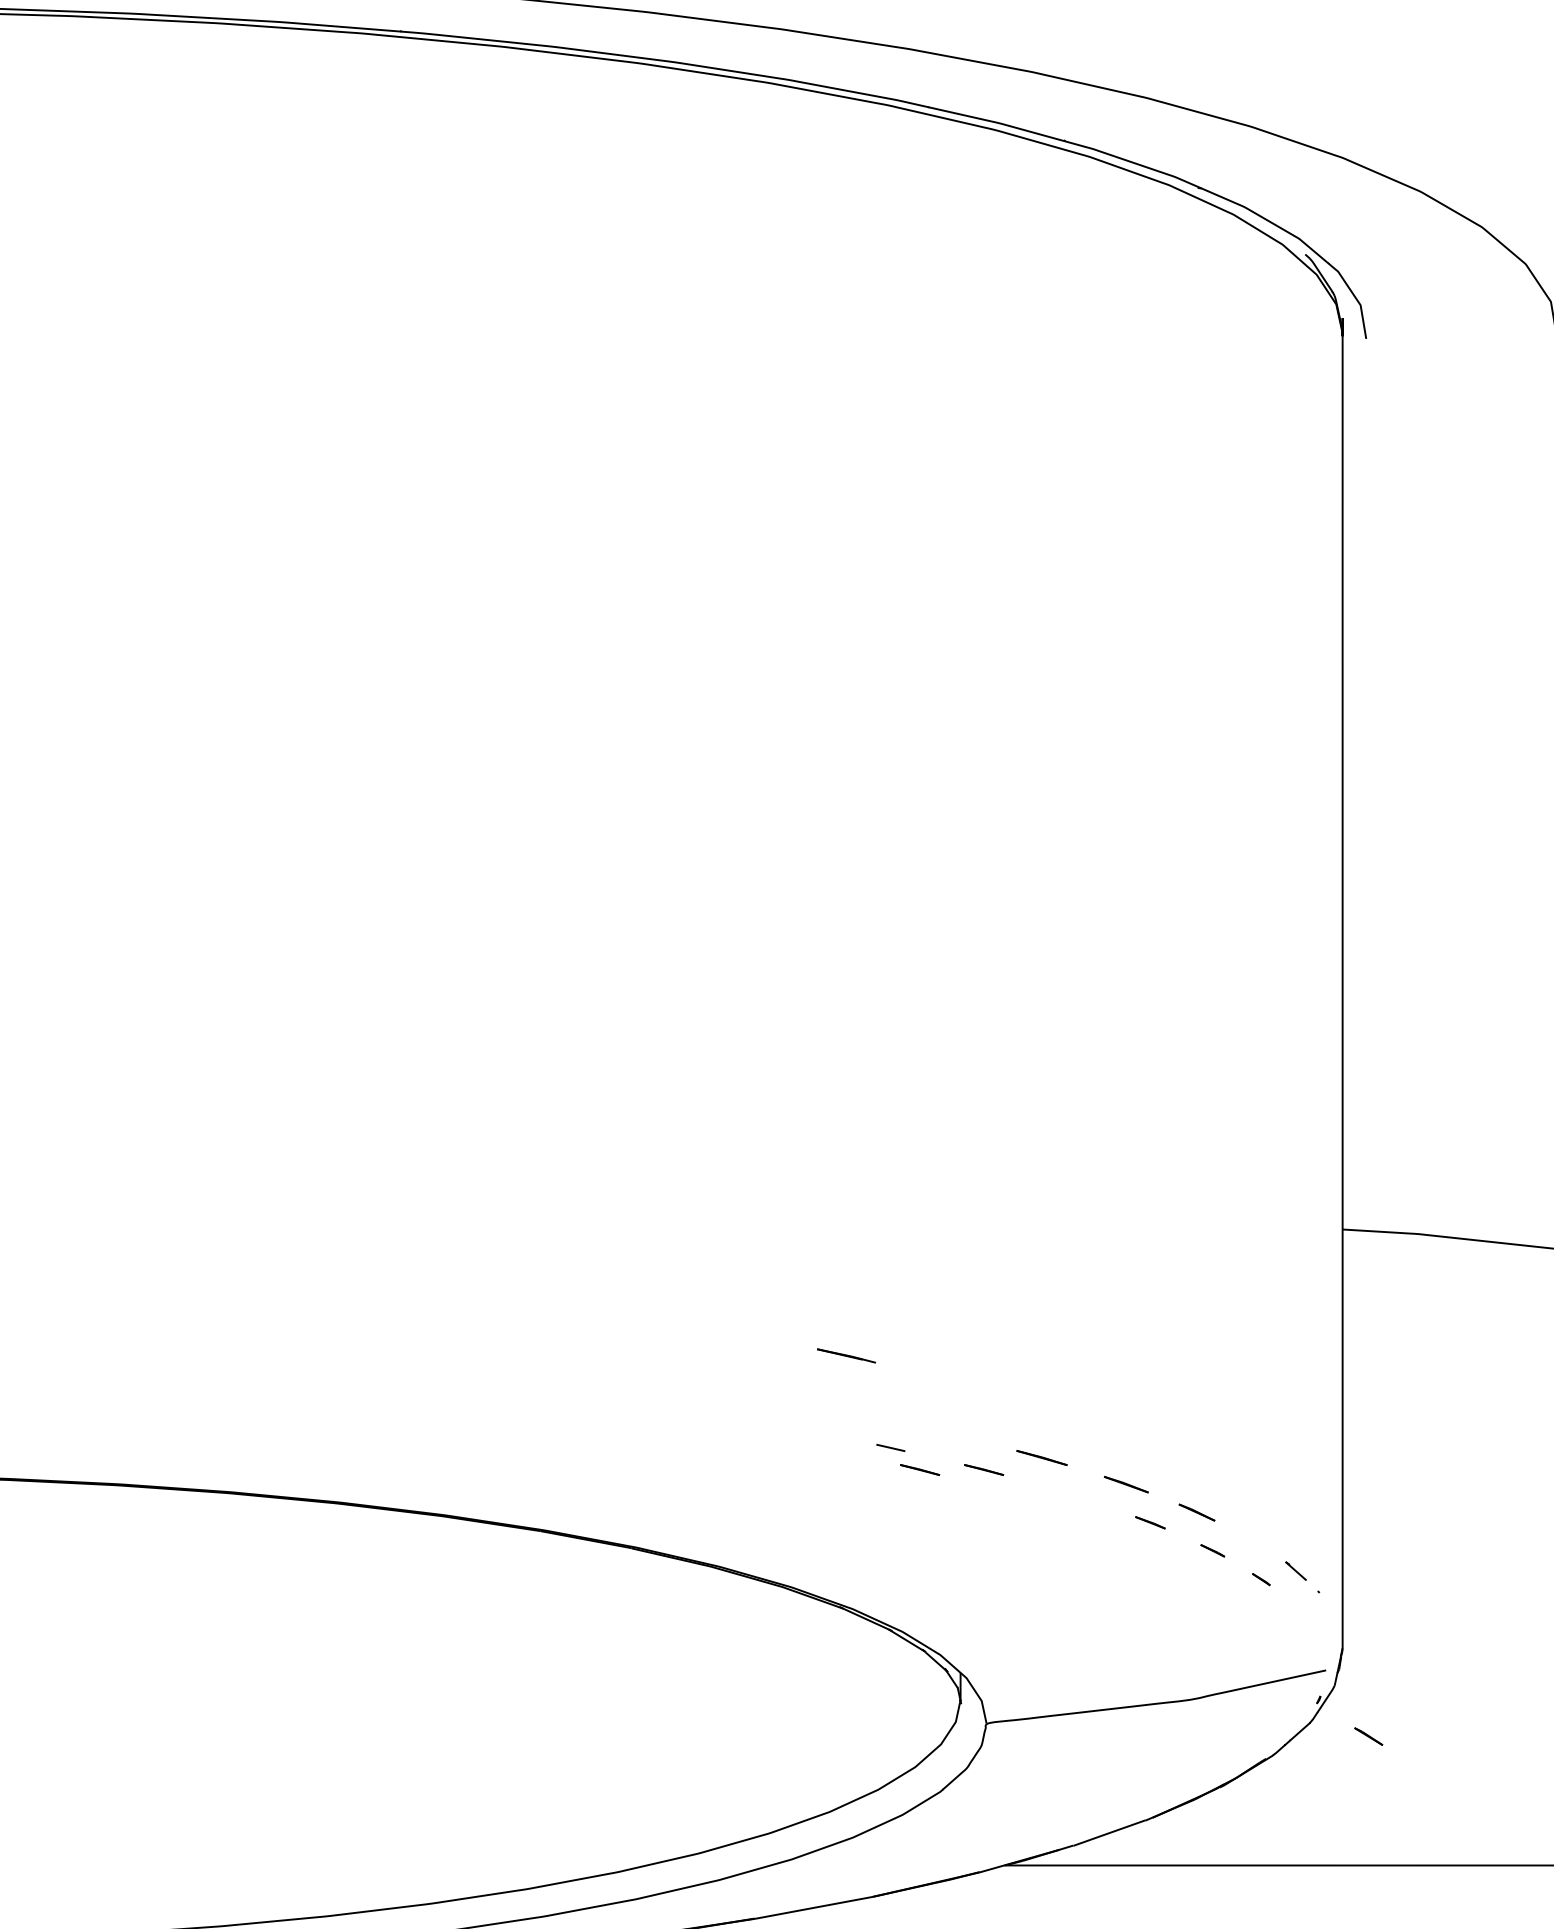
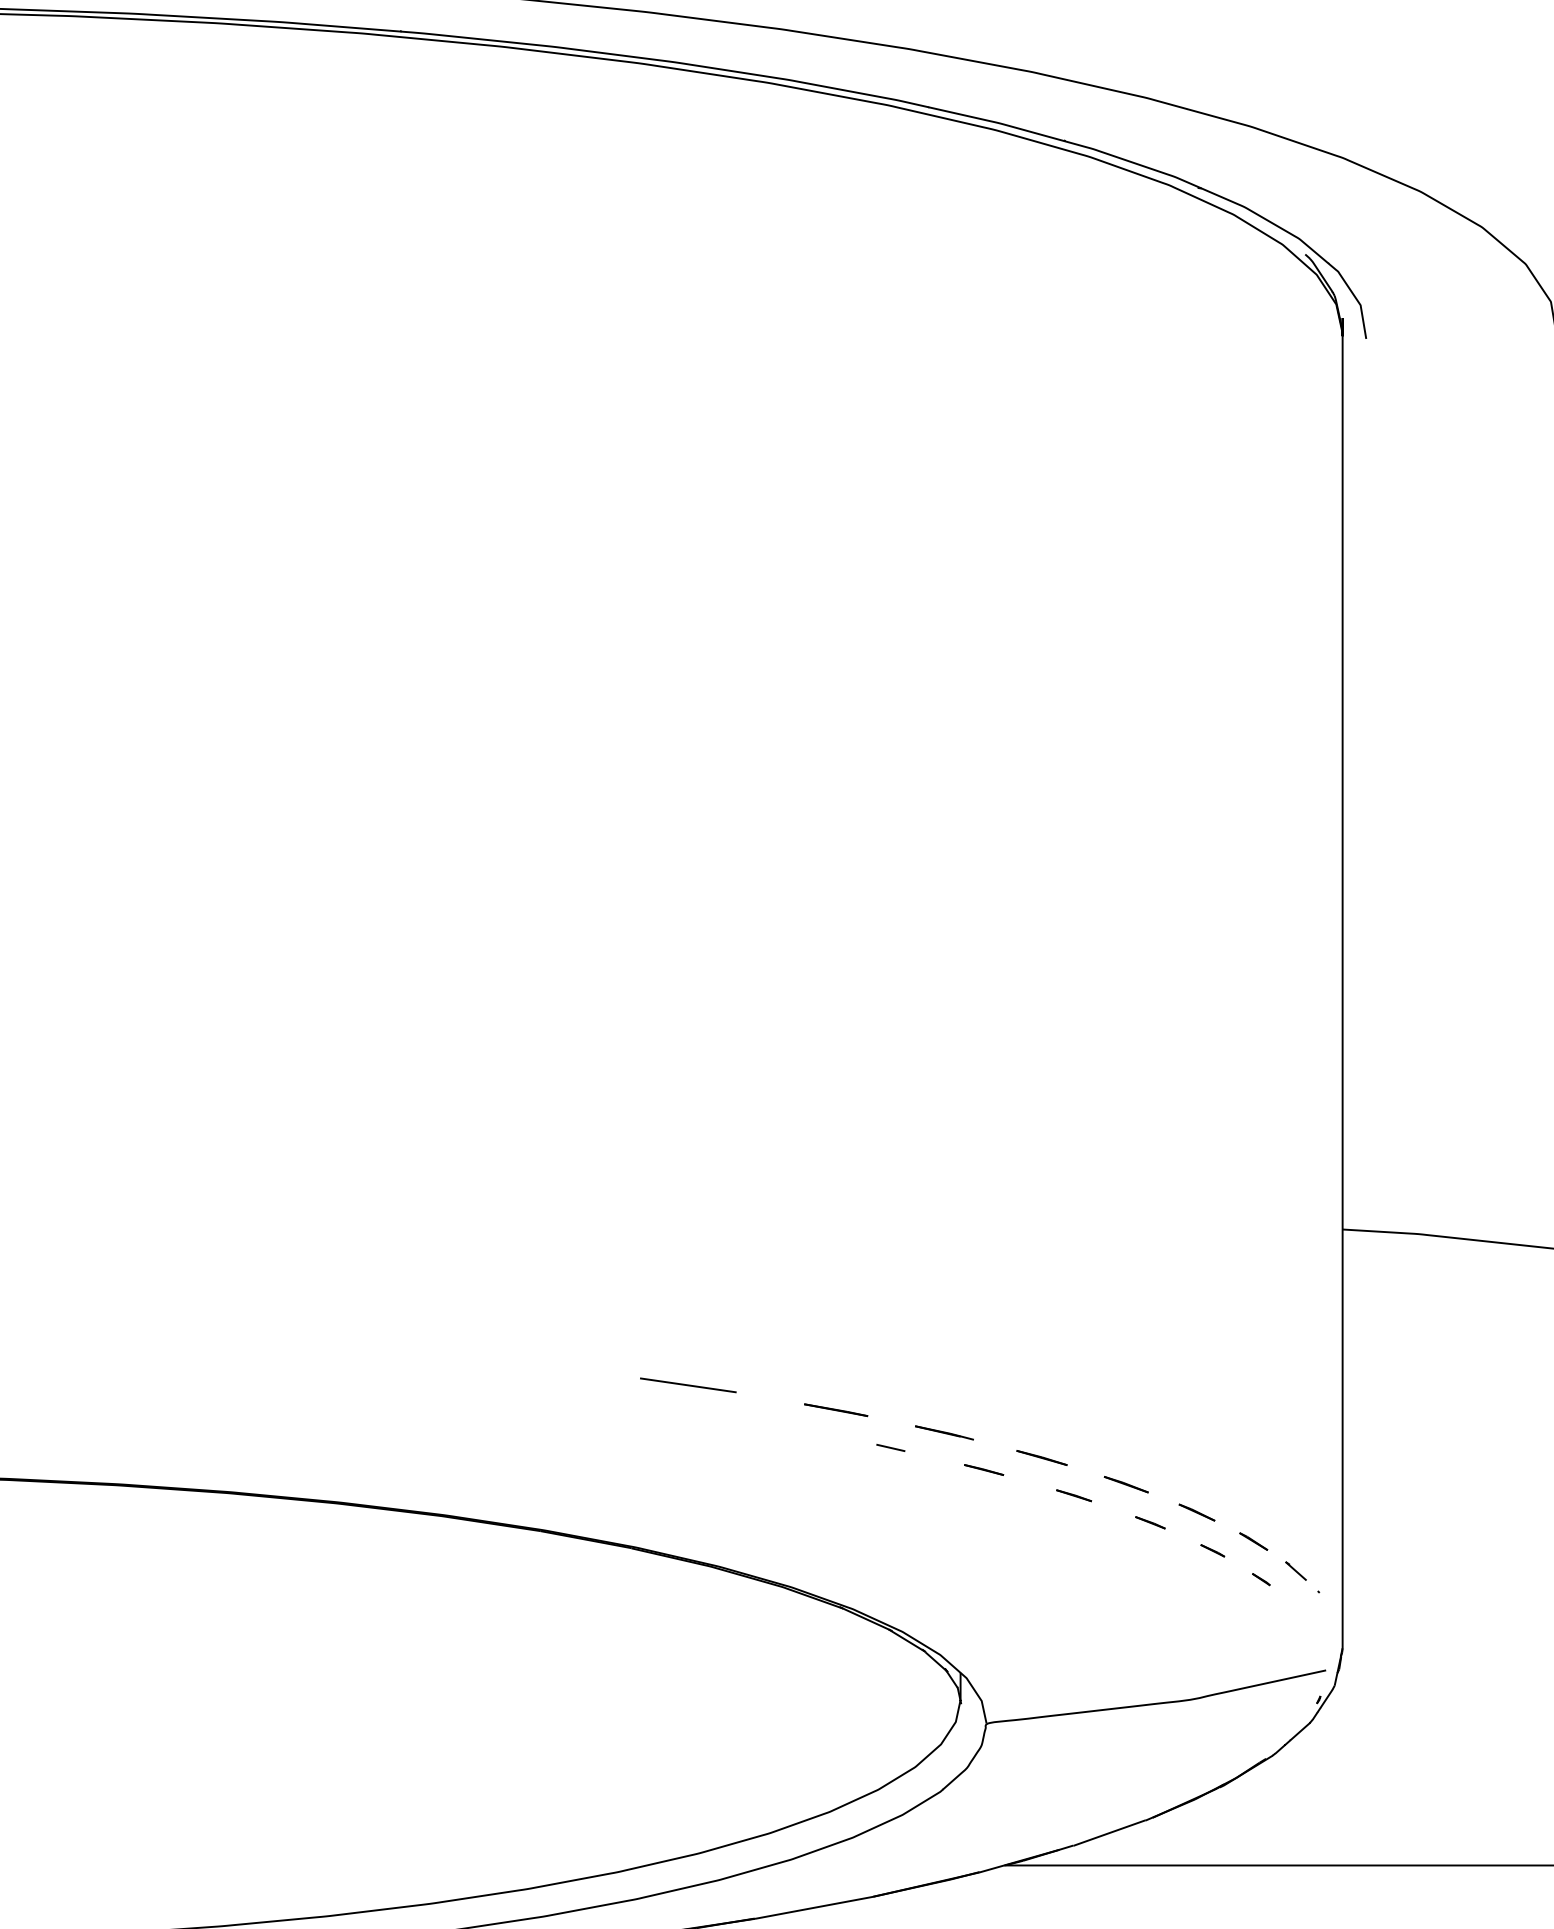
line at (846, 1355) position: (846, 1355) -> (944, 1432)
line at (688, 1385): none -> present
line at (836, 1410): none -> present
line at (920, 1469): present -> none
line at (1074, 1495): none -> present
line at (1368, 1736) position: (1368, 1736) -> (1253, 1541)
